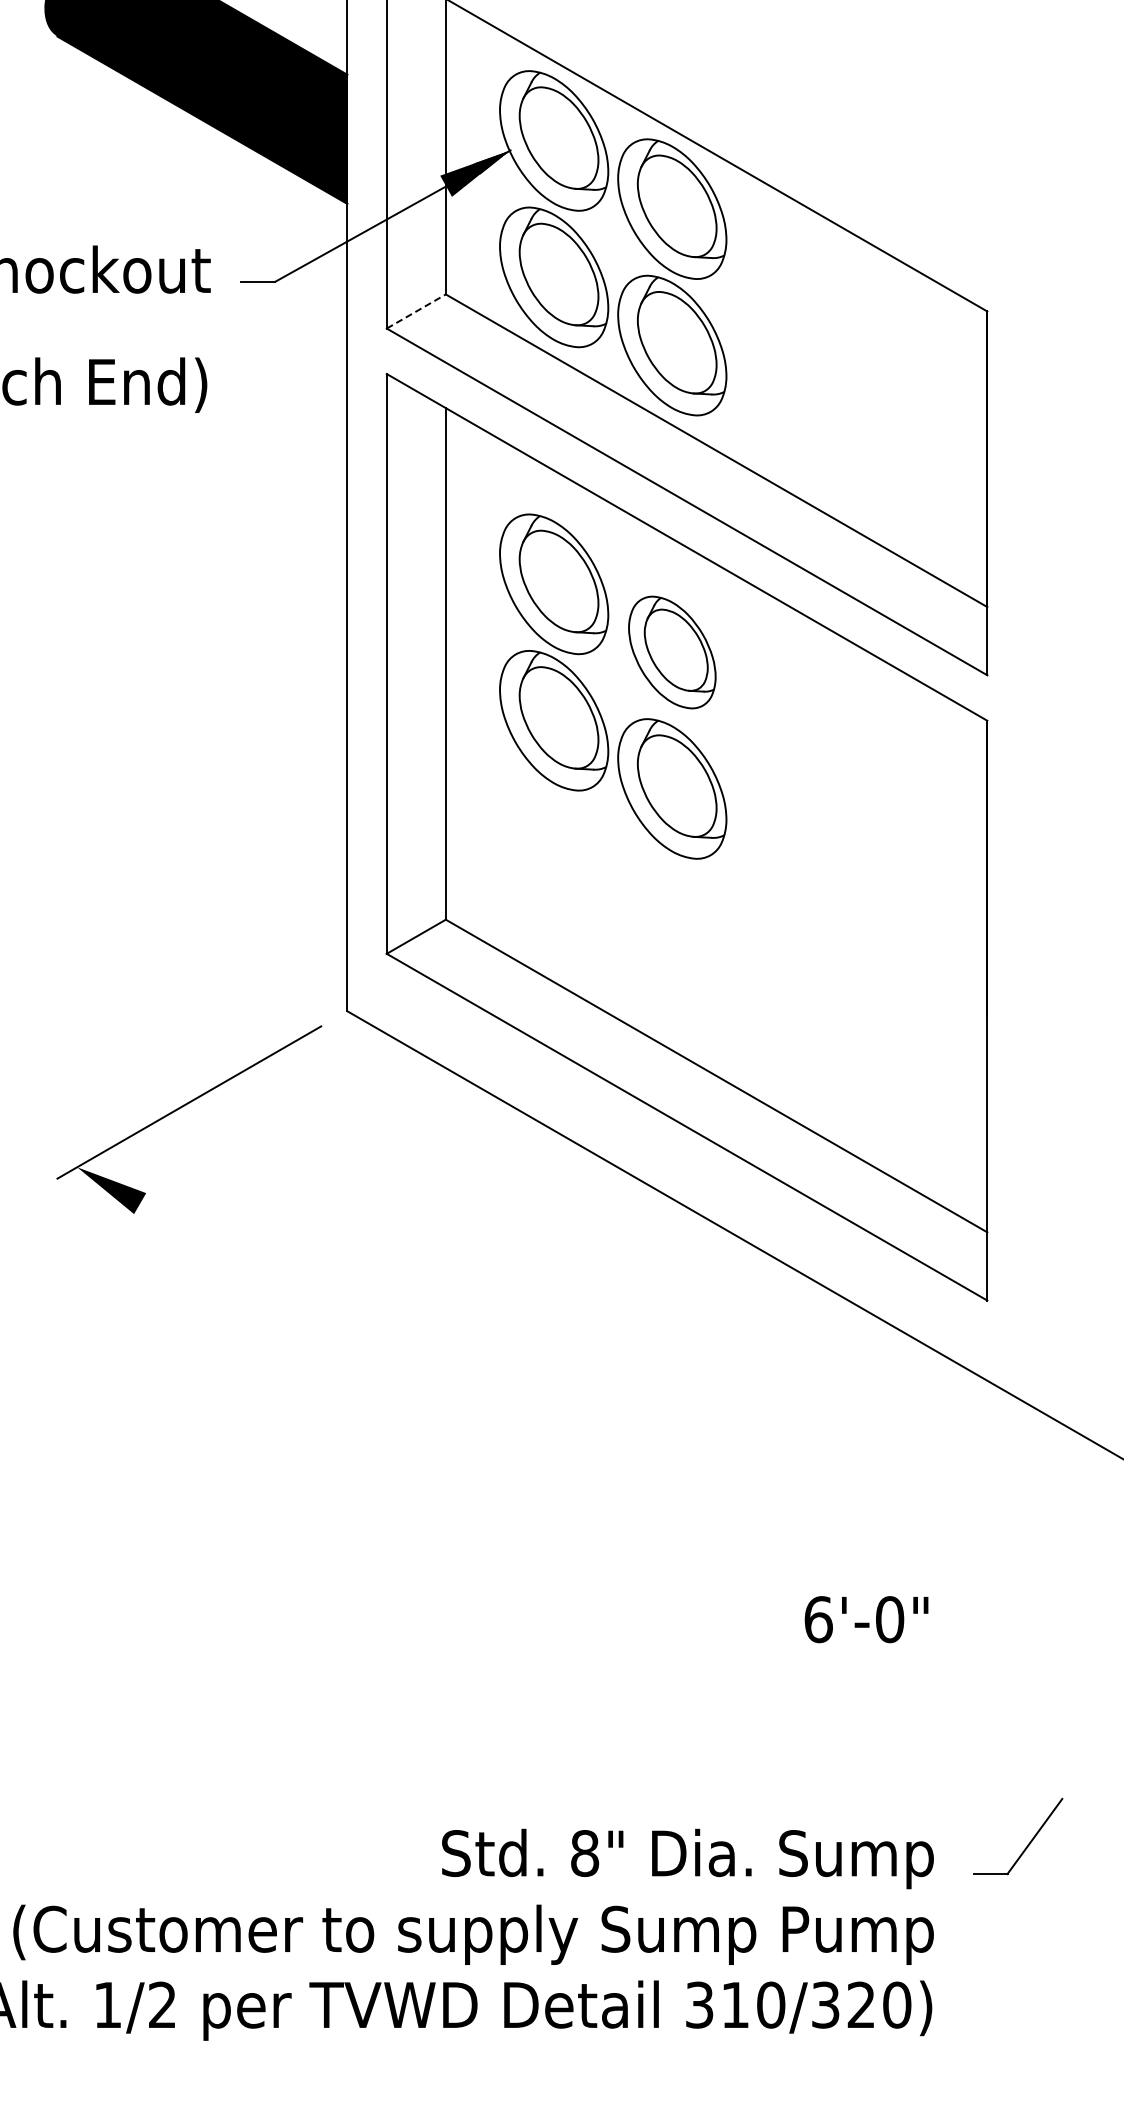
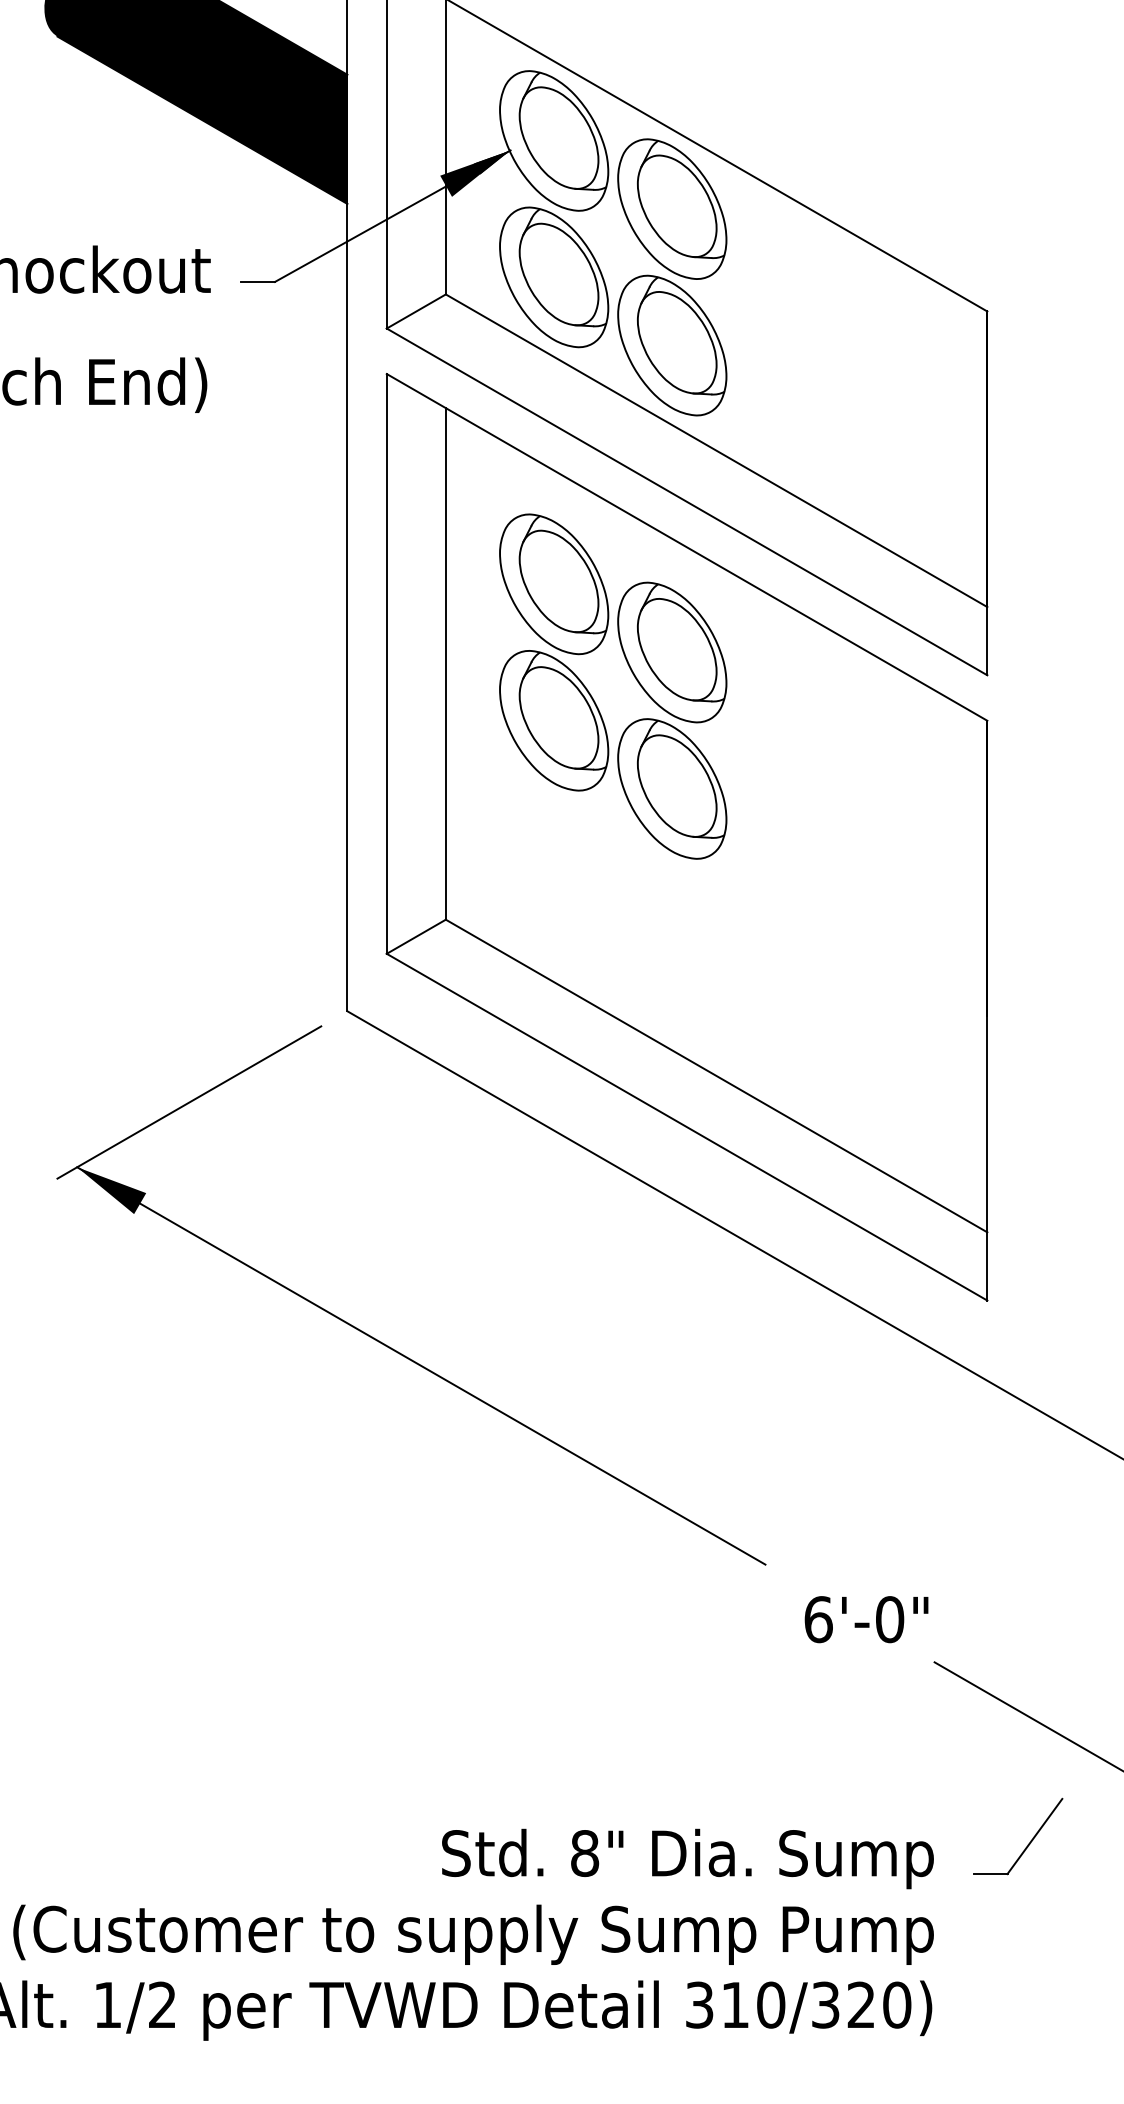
line at (416, 311): dashed -> solid
part at (672, 652) size: 89x115 px -> 111x143 px
line at (421, 1365): none -> present
line at (1027, 1715): none -> present
